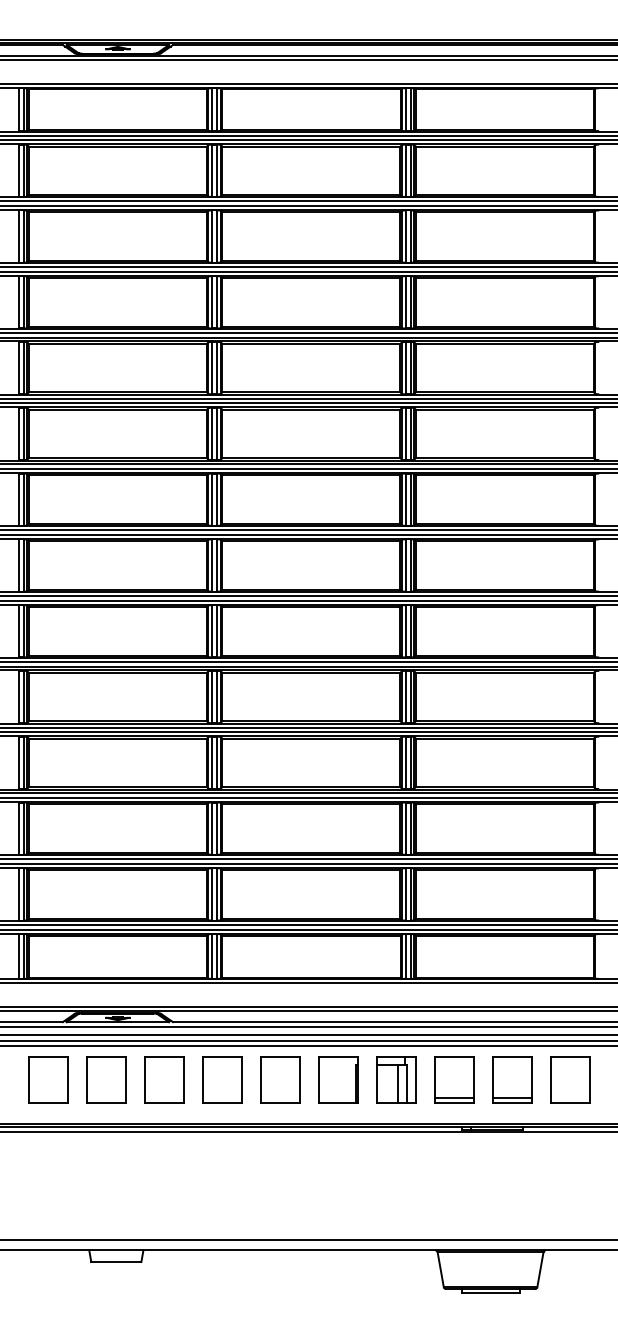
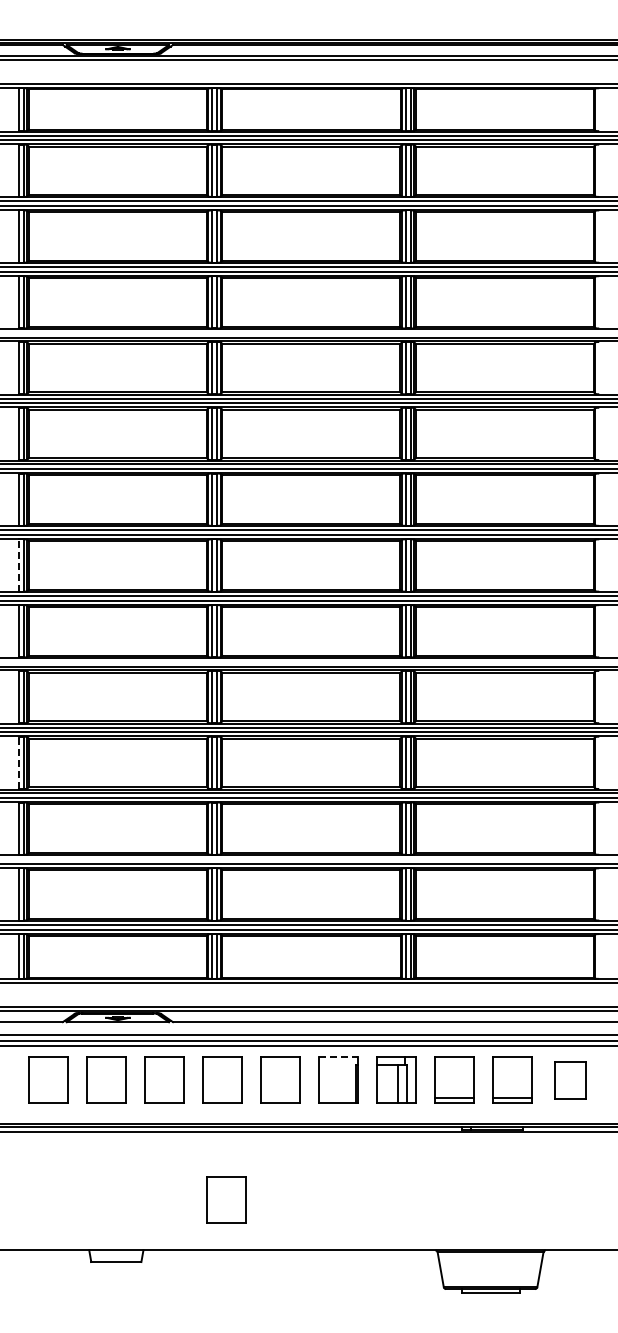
line at (308, 332): present -> none
line at (18, 565): solid -> dashed
line at (308, 661): present -> none
line at (18, 762): solid -> dashed
line at (308, 859): present -> none
line at (308, 1026): present -> none
line at (339, 1056): solid -> dashed
part at (570, 1079) size: 41x48 px -> 33x39 px
part at (226, 1199): none -> present
line at (308, 1240): present -> none
